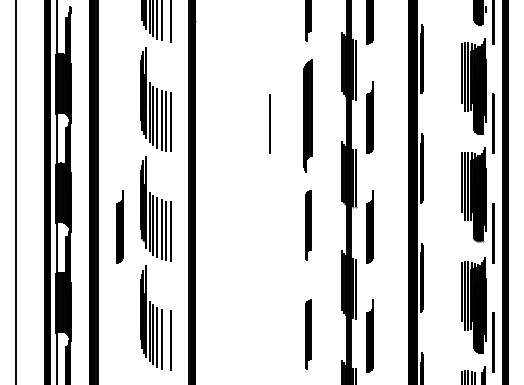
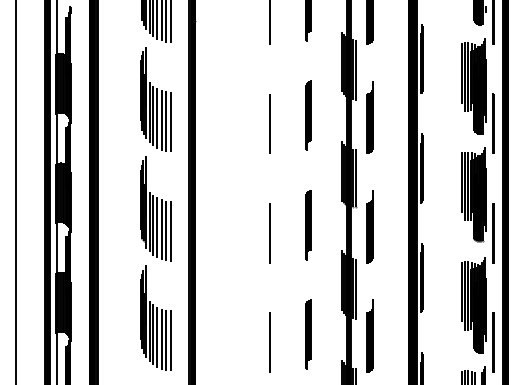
line at (166, 22): none -> present
line at (270, 23): none -> present
part at (307, 115) size: 10x114 px -> 7x71 px
part at (119, 226): present -> none
line at (269, 233): none -> present
line at (166, 339): none -> present
line at (270, 342): none -> present
